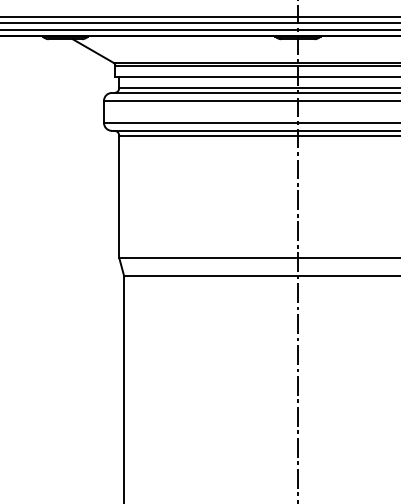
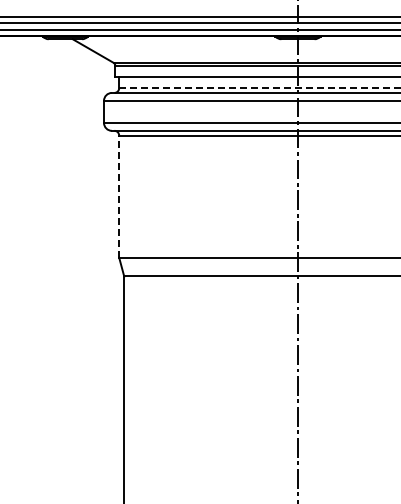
line at (260, 88): solid -> dashed
line at (119, 196): solid -> dashed
